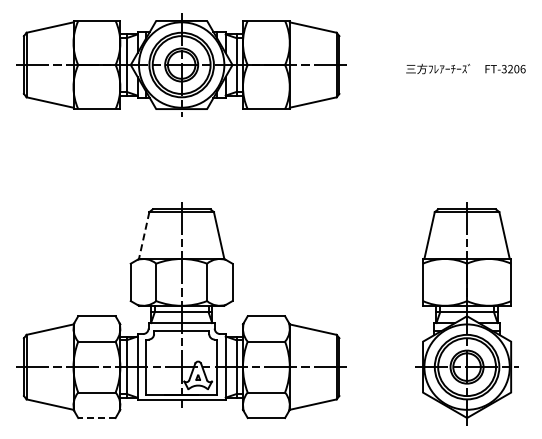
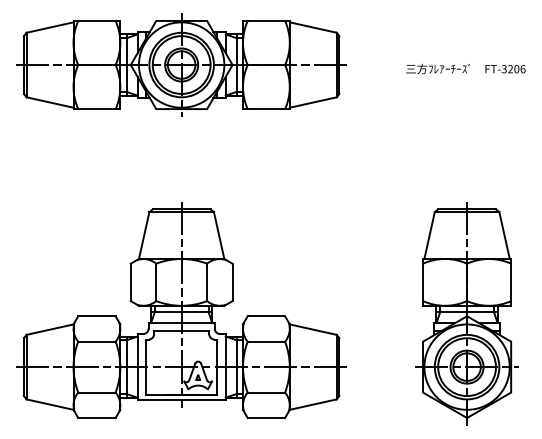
line at (144, 236): dashed -> solid
line at (96, 418): dashed -> solid
